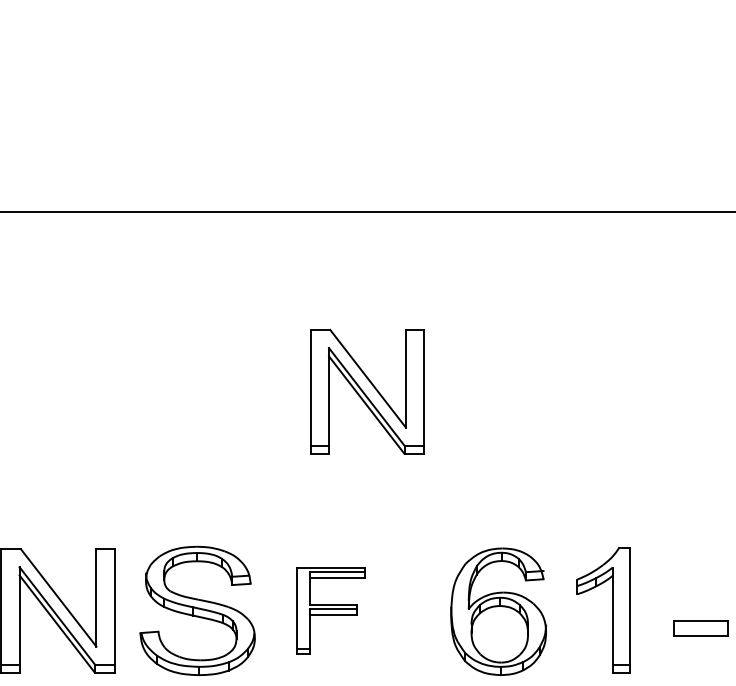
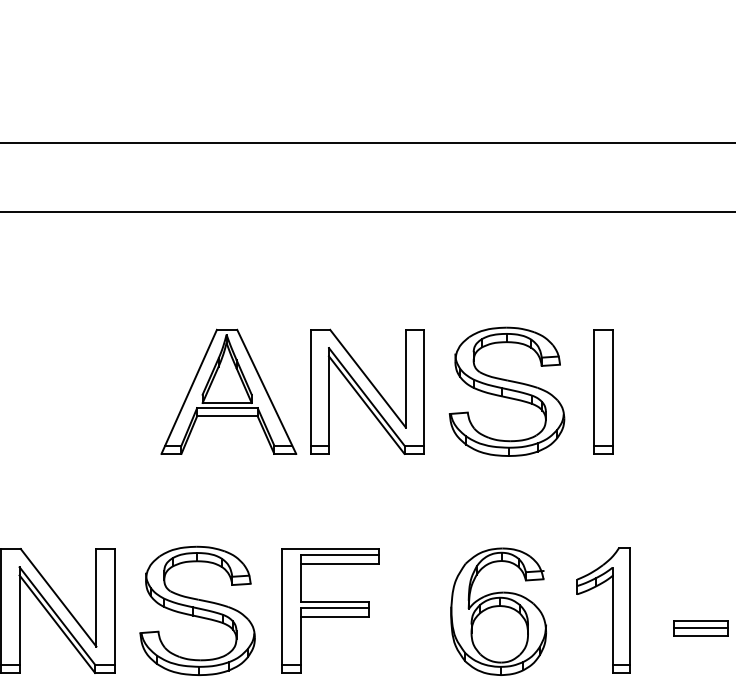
line at (367, 142): none -> present
part at (228, 391): none -> present
part at (506, 391): none -> present
part at (603, 391): none -> present
part at (330, 610) size: 70x88 px -> 99x126 px
line at (700, 627): none -> present
